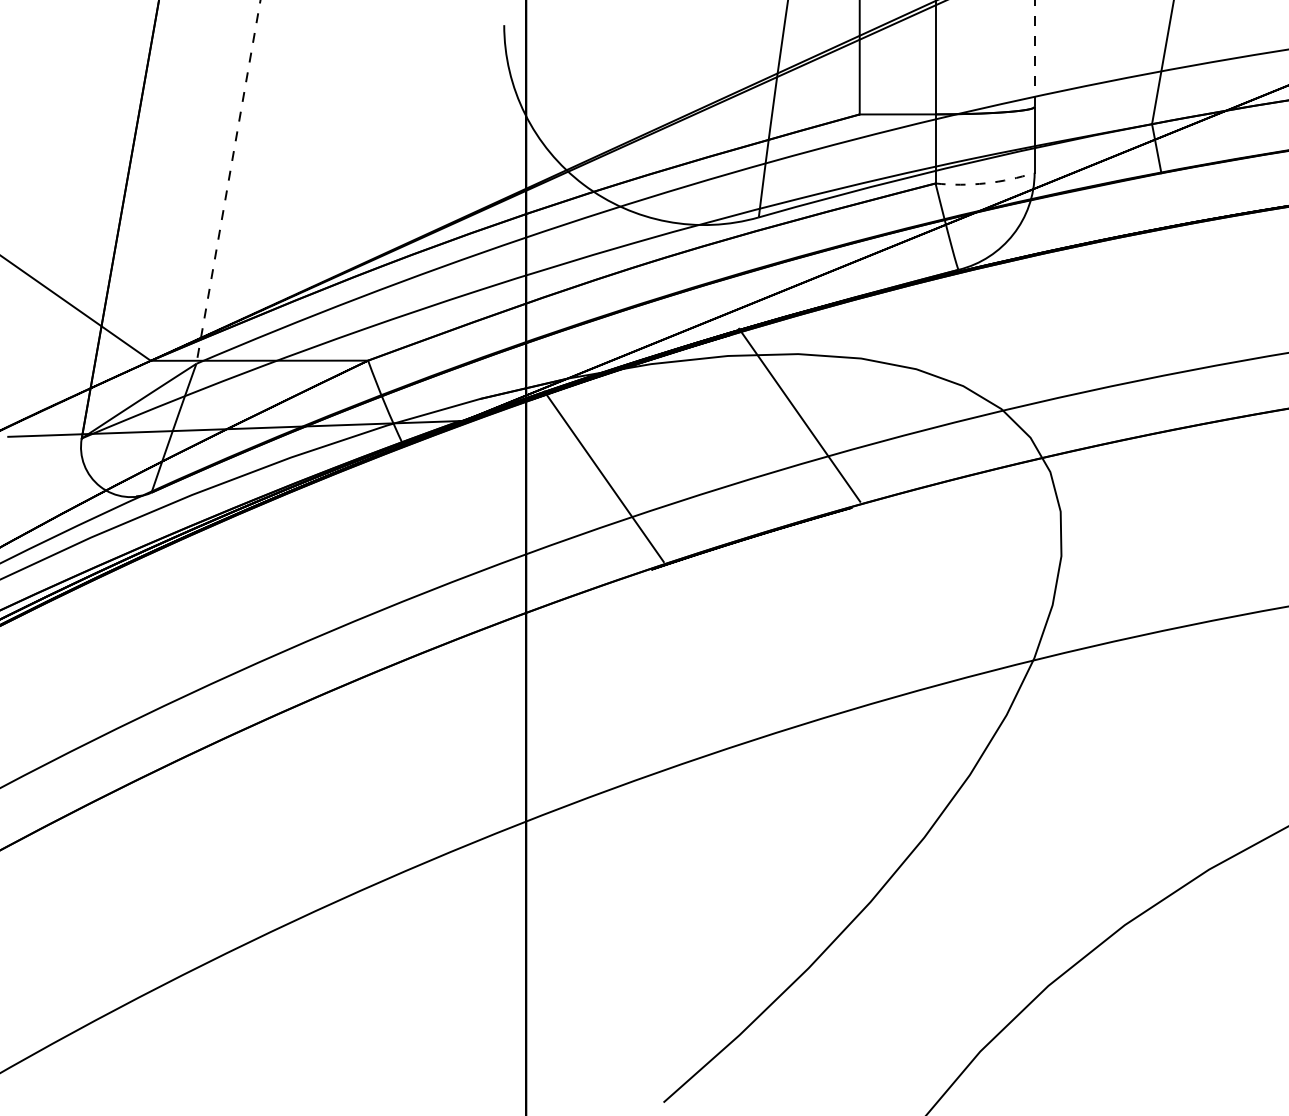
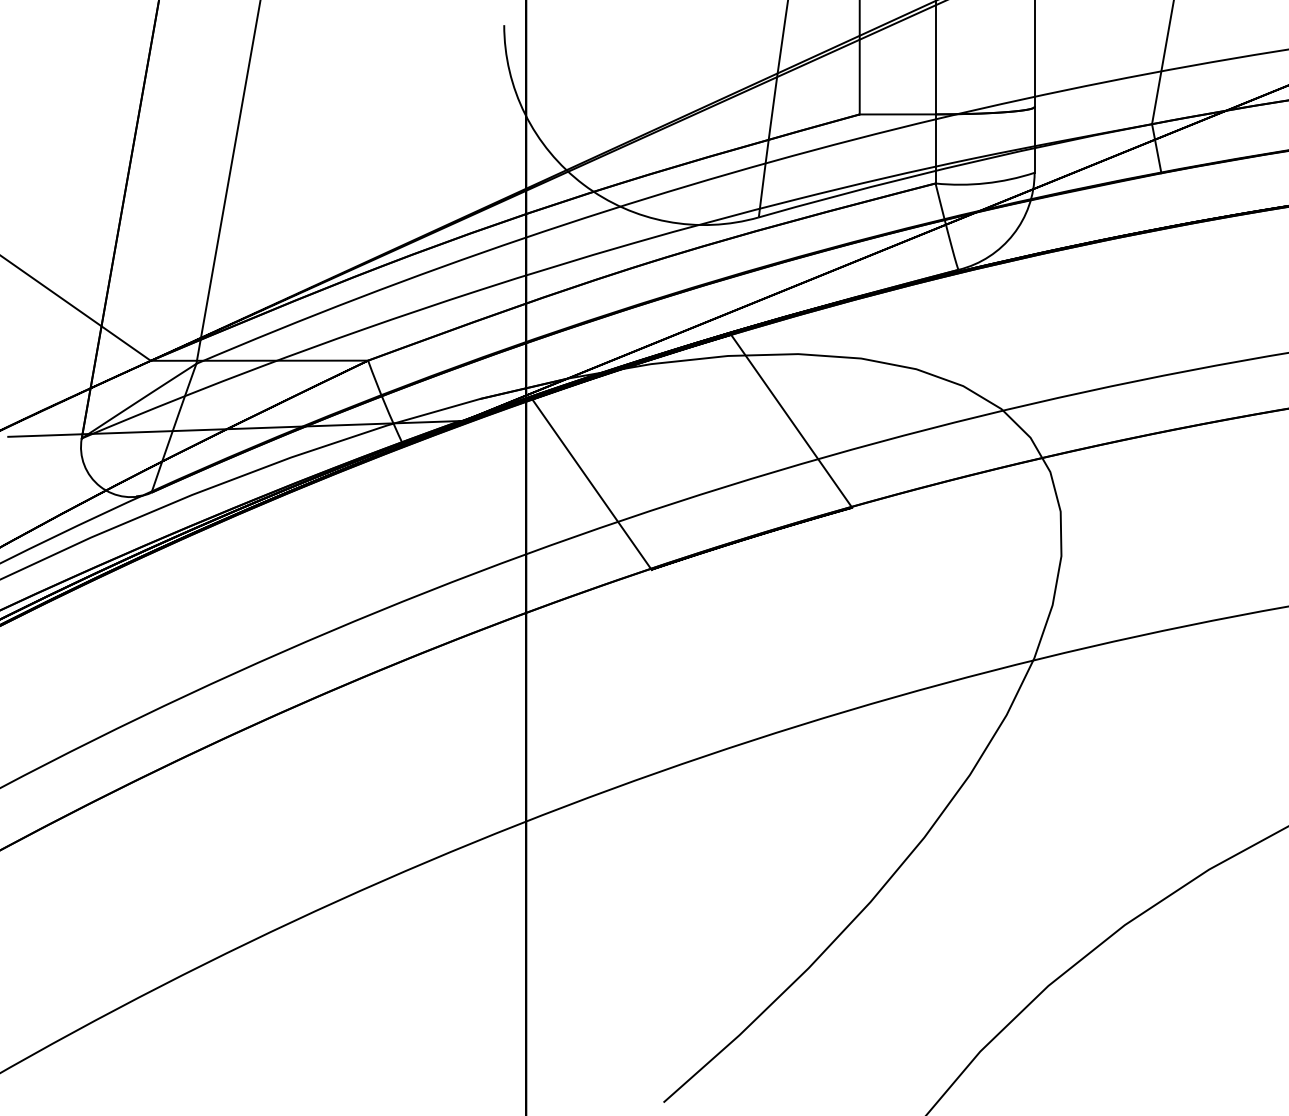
line at (1034, 53): dashed -> solid
line at (228, 182): dashed -> solid
arc at (985, 183): dashed -> solid
line at (799, 414) position: (799, 414) -> (791, 420)
line at (603, 476) position: (603, 476) -> (591, 484)
